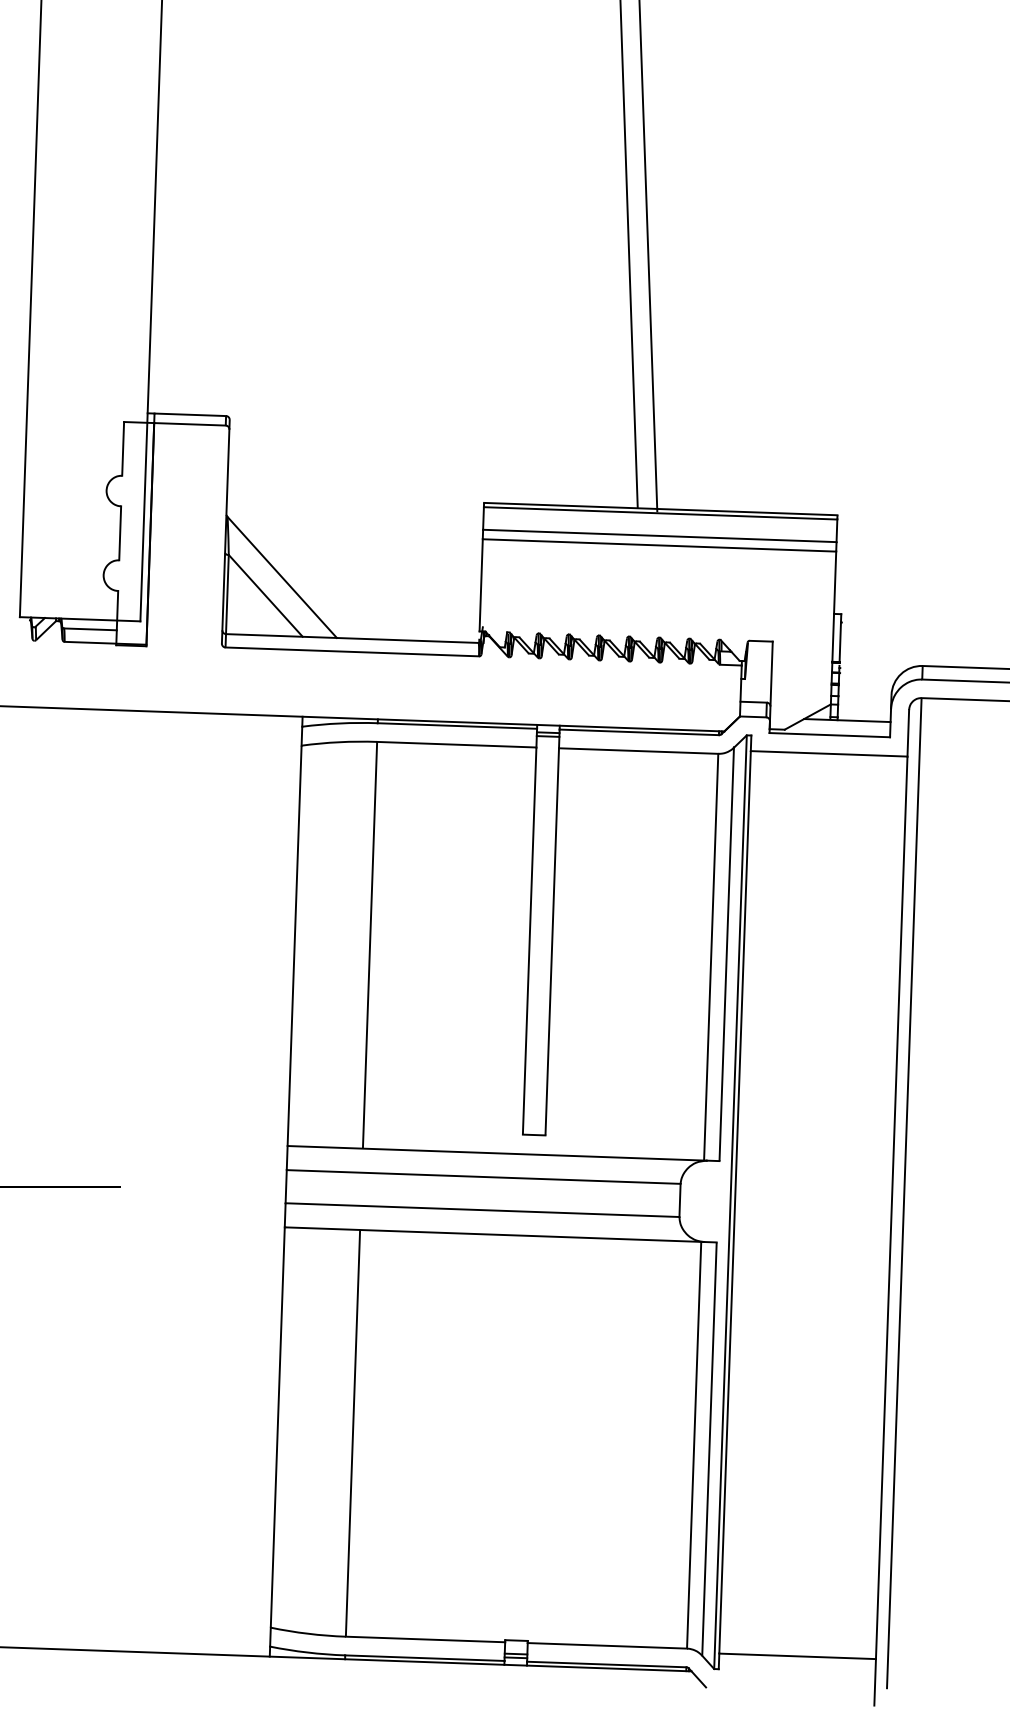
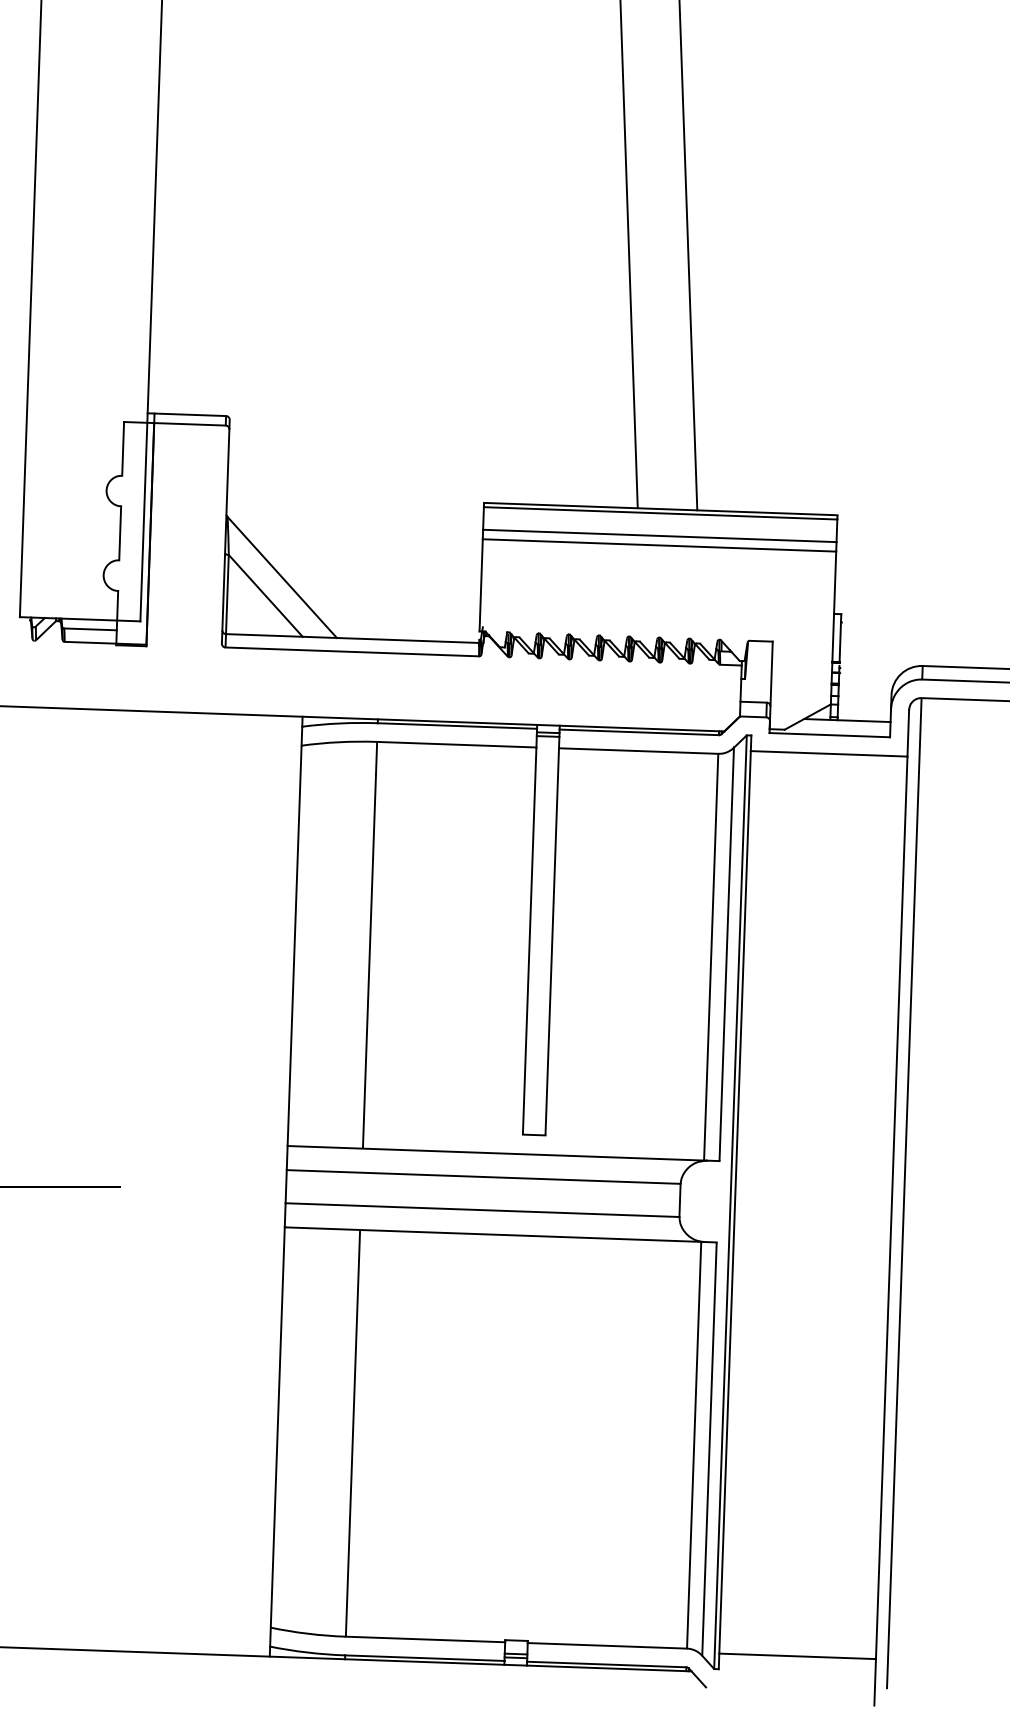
line at (648, 256) position: (648, 256) -> (688, 256)
